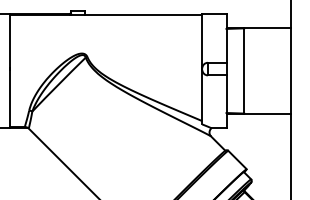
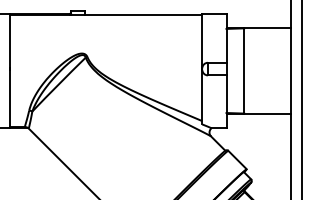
line at (302, 99): none -> present
